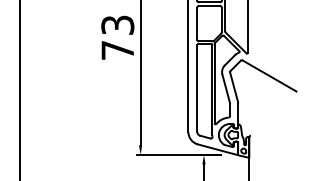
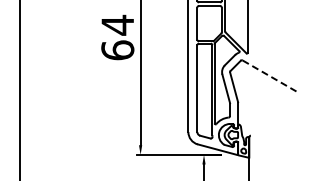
text at (117, 37): 73 -> 64
line at (269, 75): solid -> dashed
